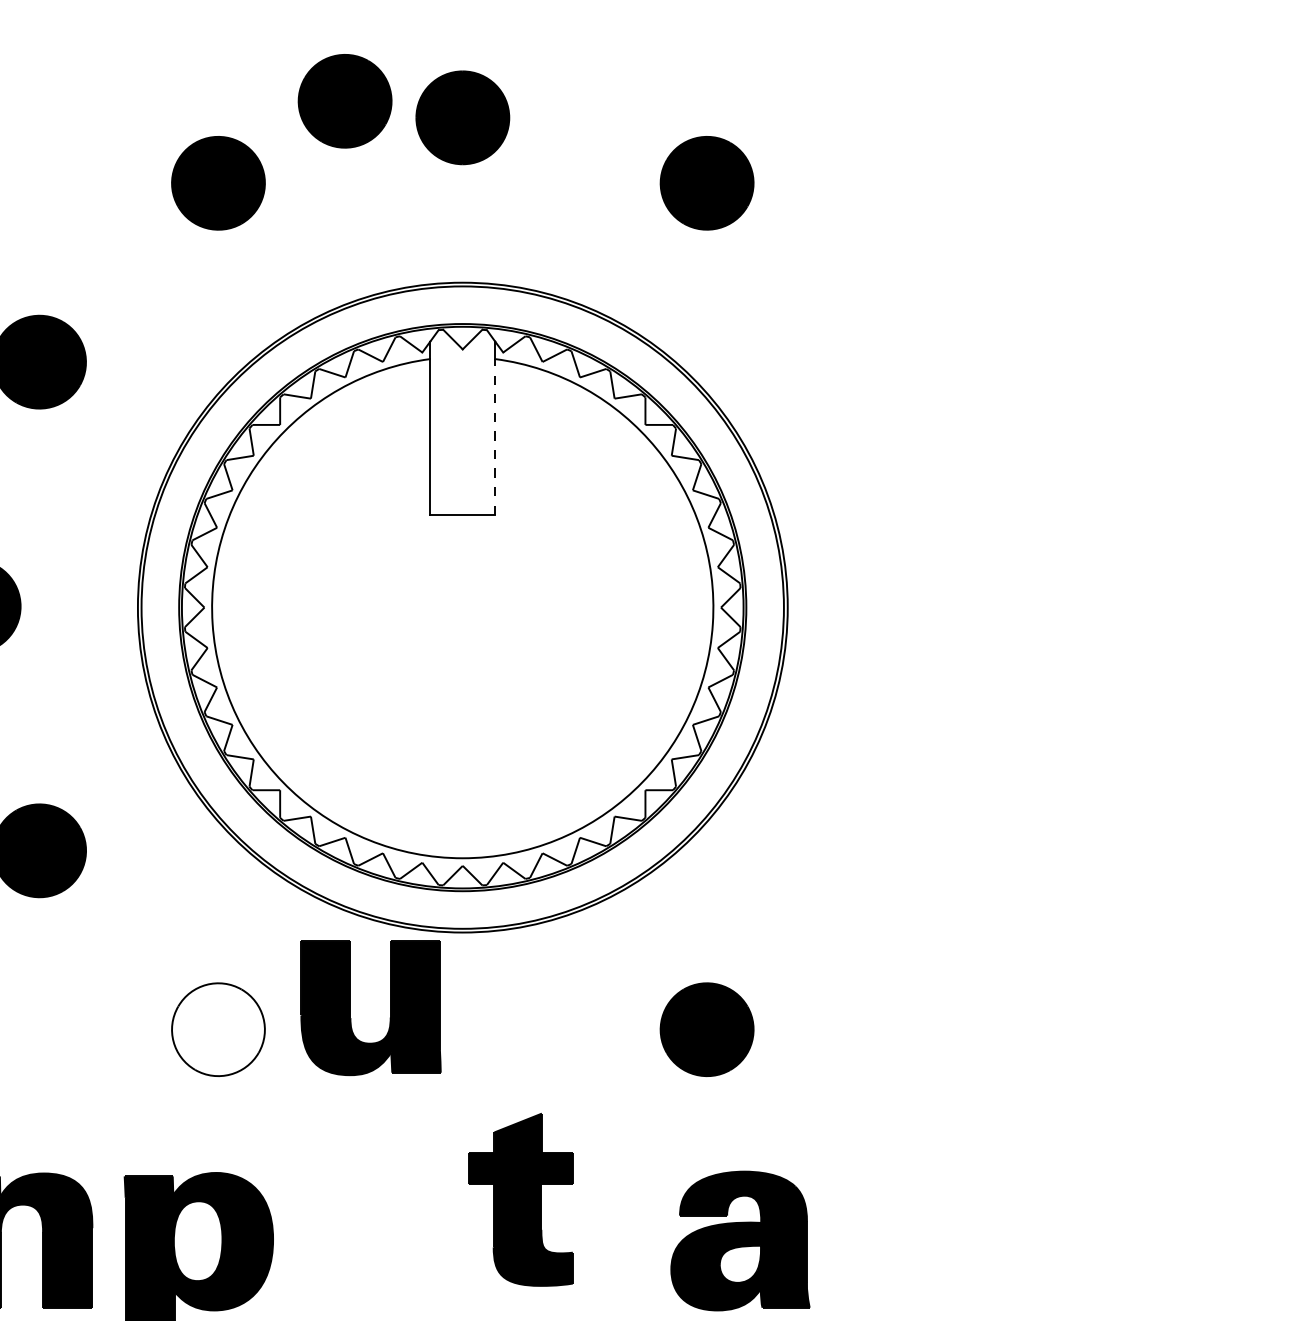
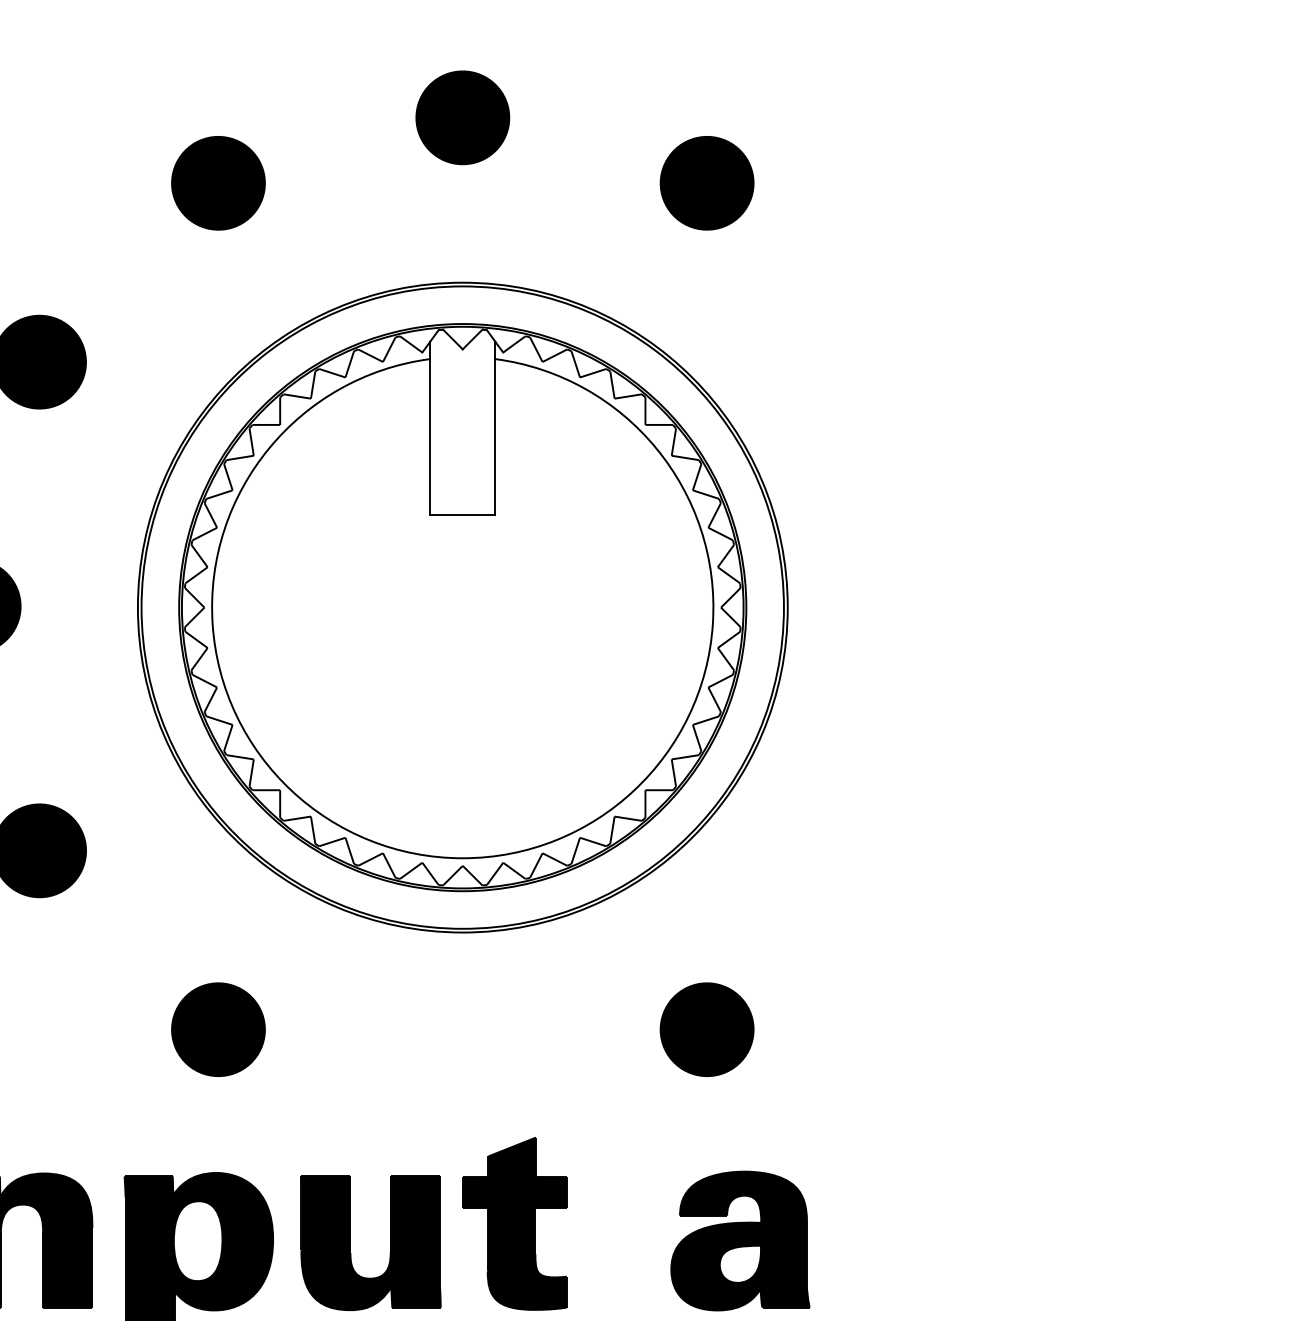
part at (344, 101): present -> none
line at (495, 436): dashed -> solid
part at (350, 1008) position: (350, 1008) -> (350, 1243)
fill at (218, 1029): none -> present
part at (520, 1199) position: (520, 1199) -> (514, 1223)
